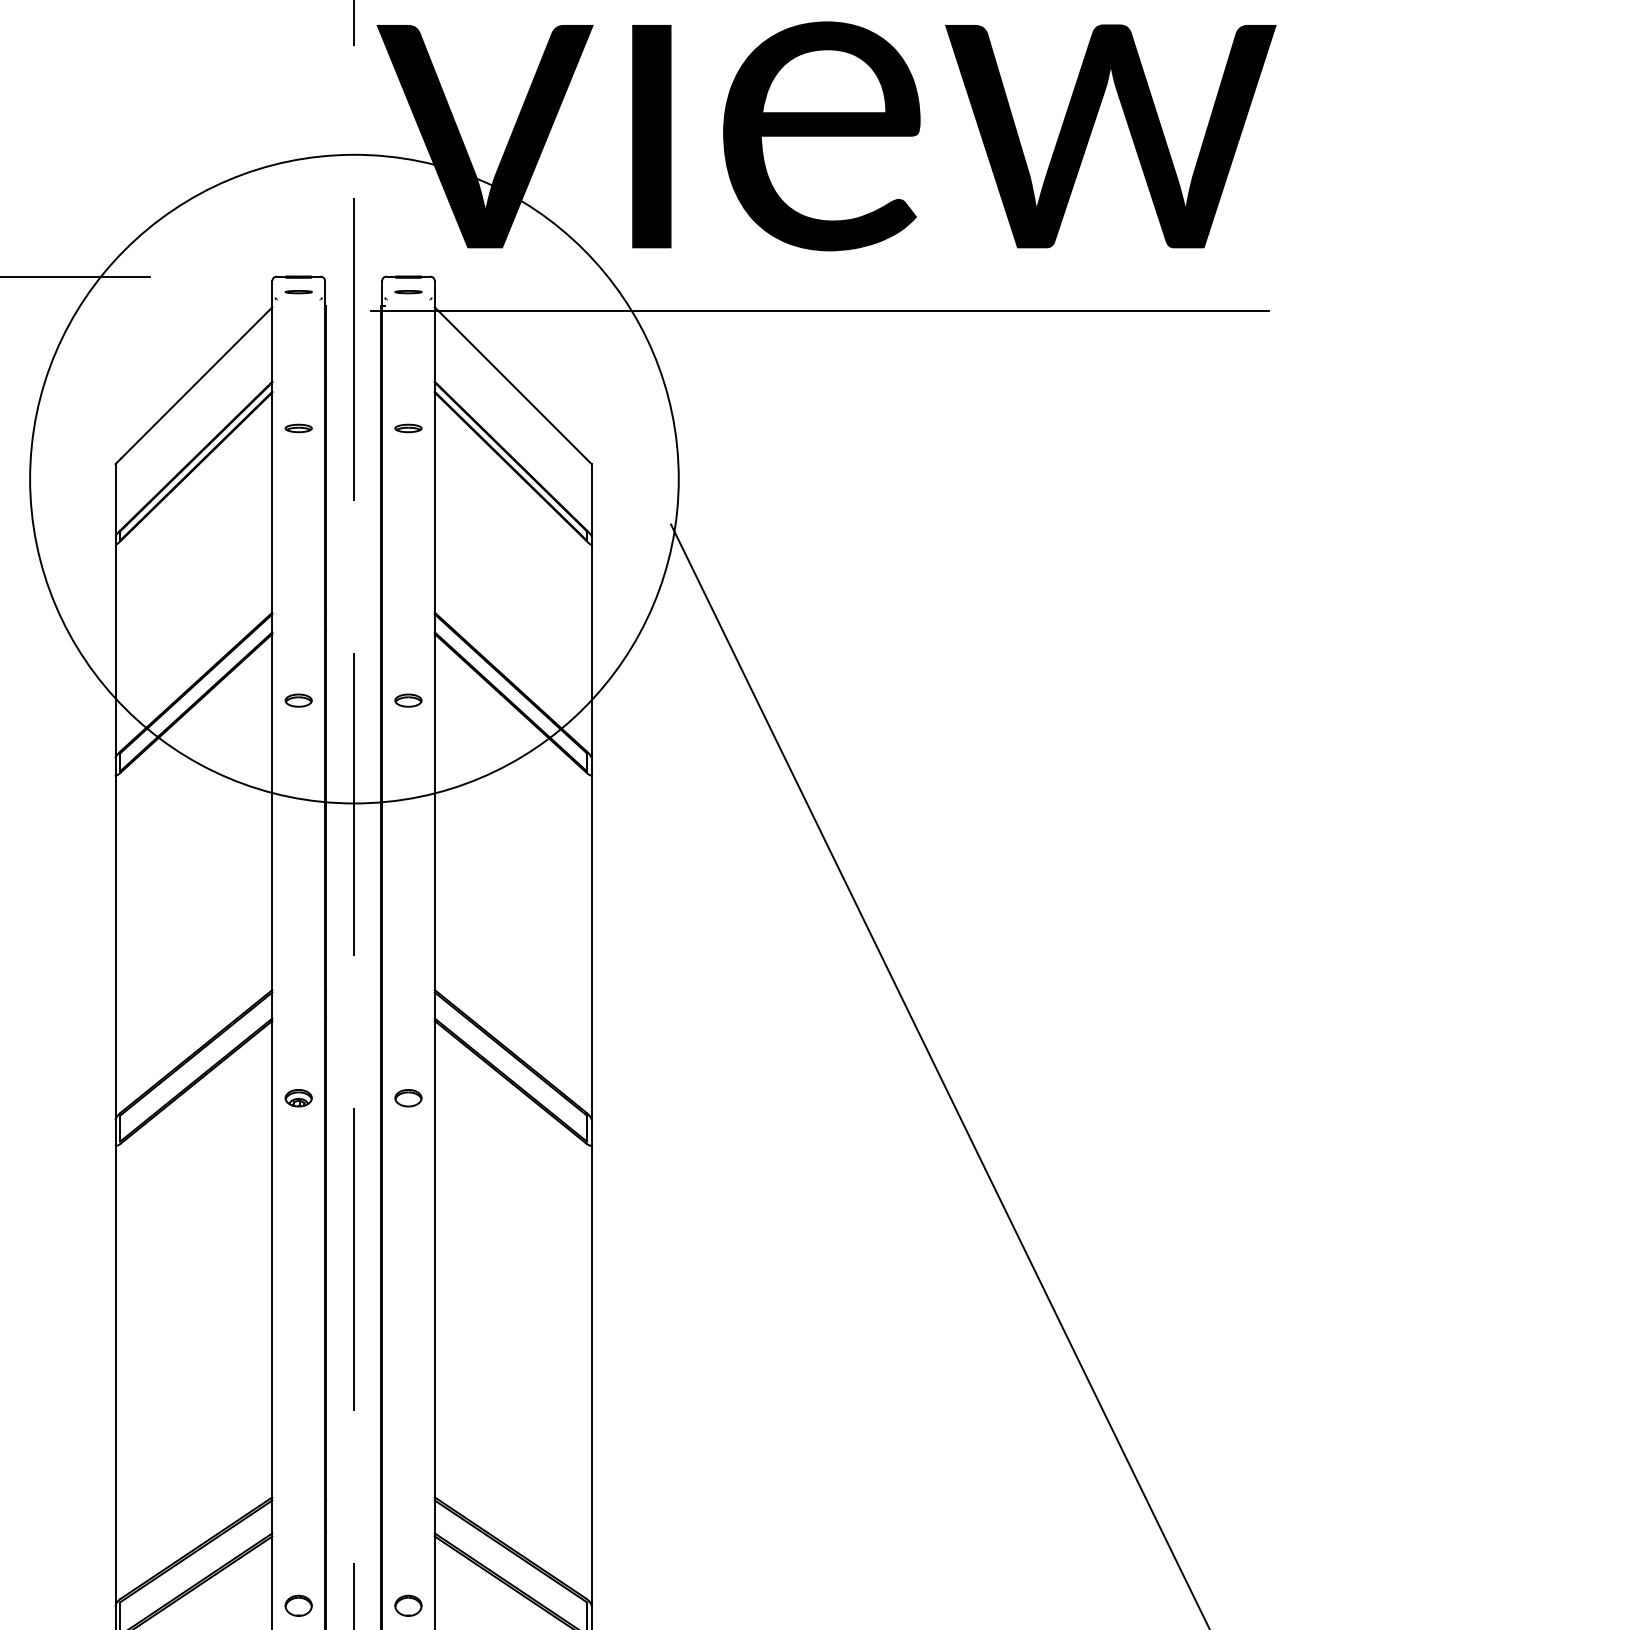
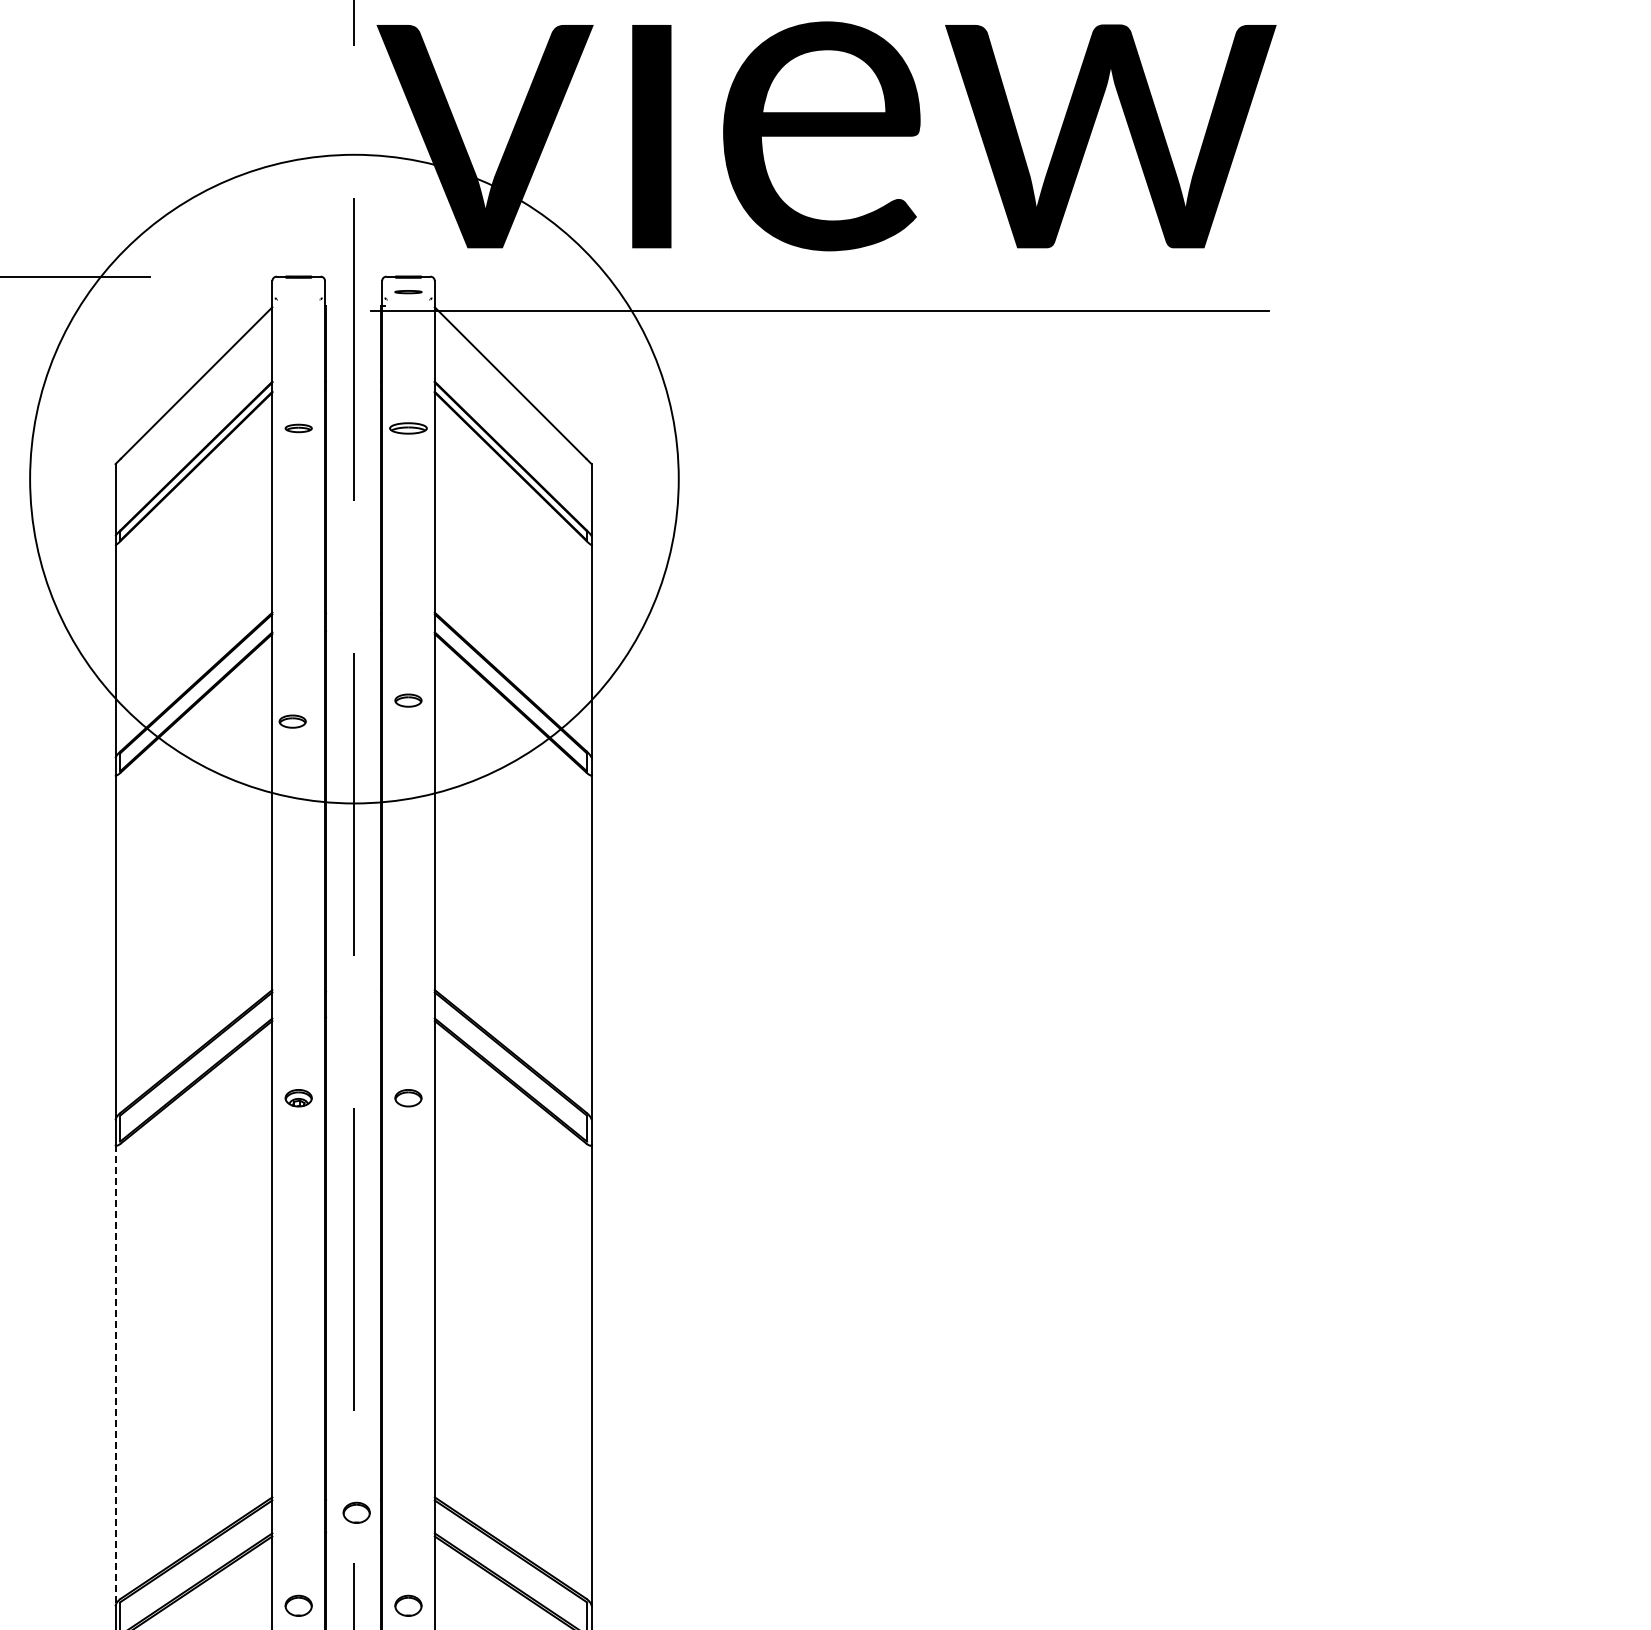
line at (298, 292): present -> none
part at (408, 428) size: 29x11 px -> 39x13 px
part at (298, 700) position: (298, 700) -> (292, 721)
line at (939, 1075): present -> none
line at (115, 1375): solid -> dashed
part at (356, 1512): none -> present
